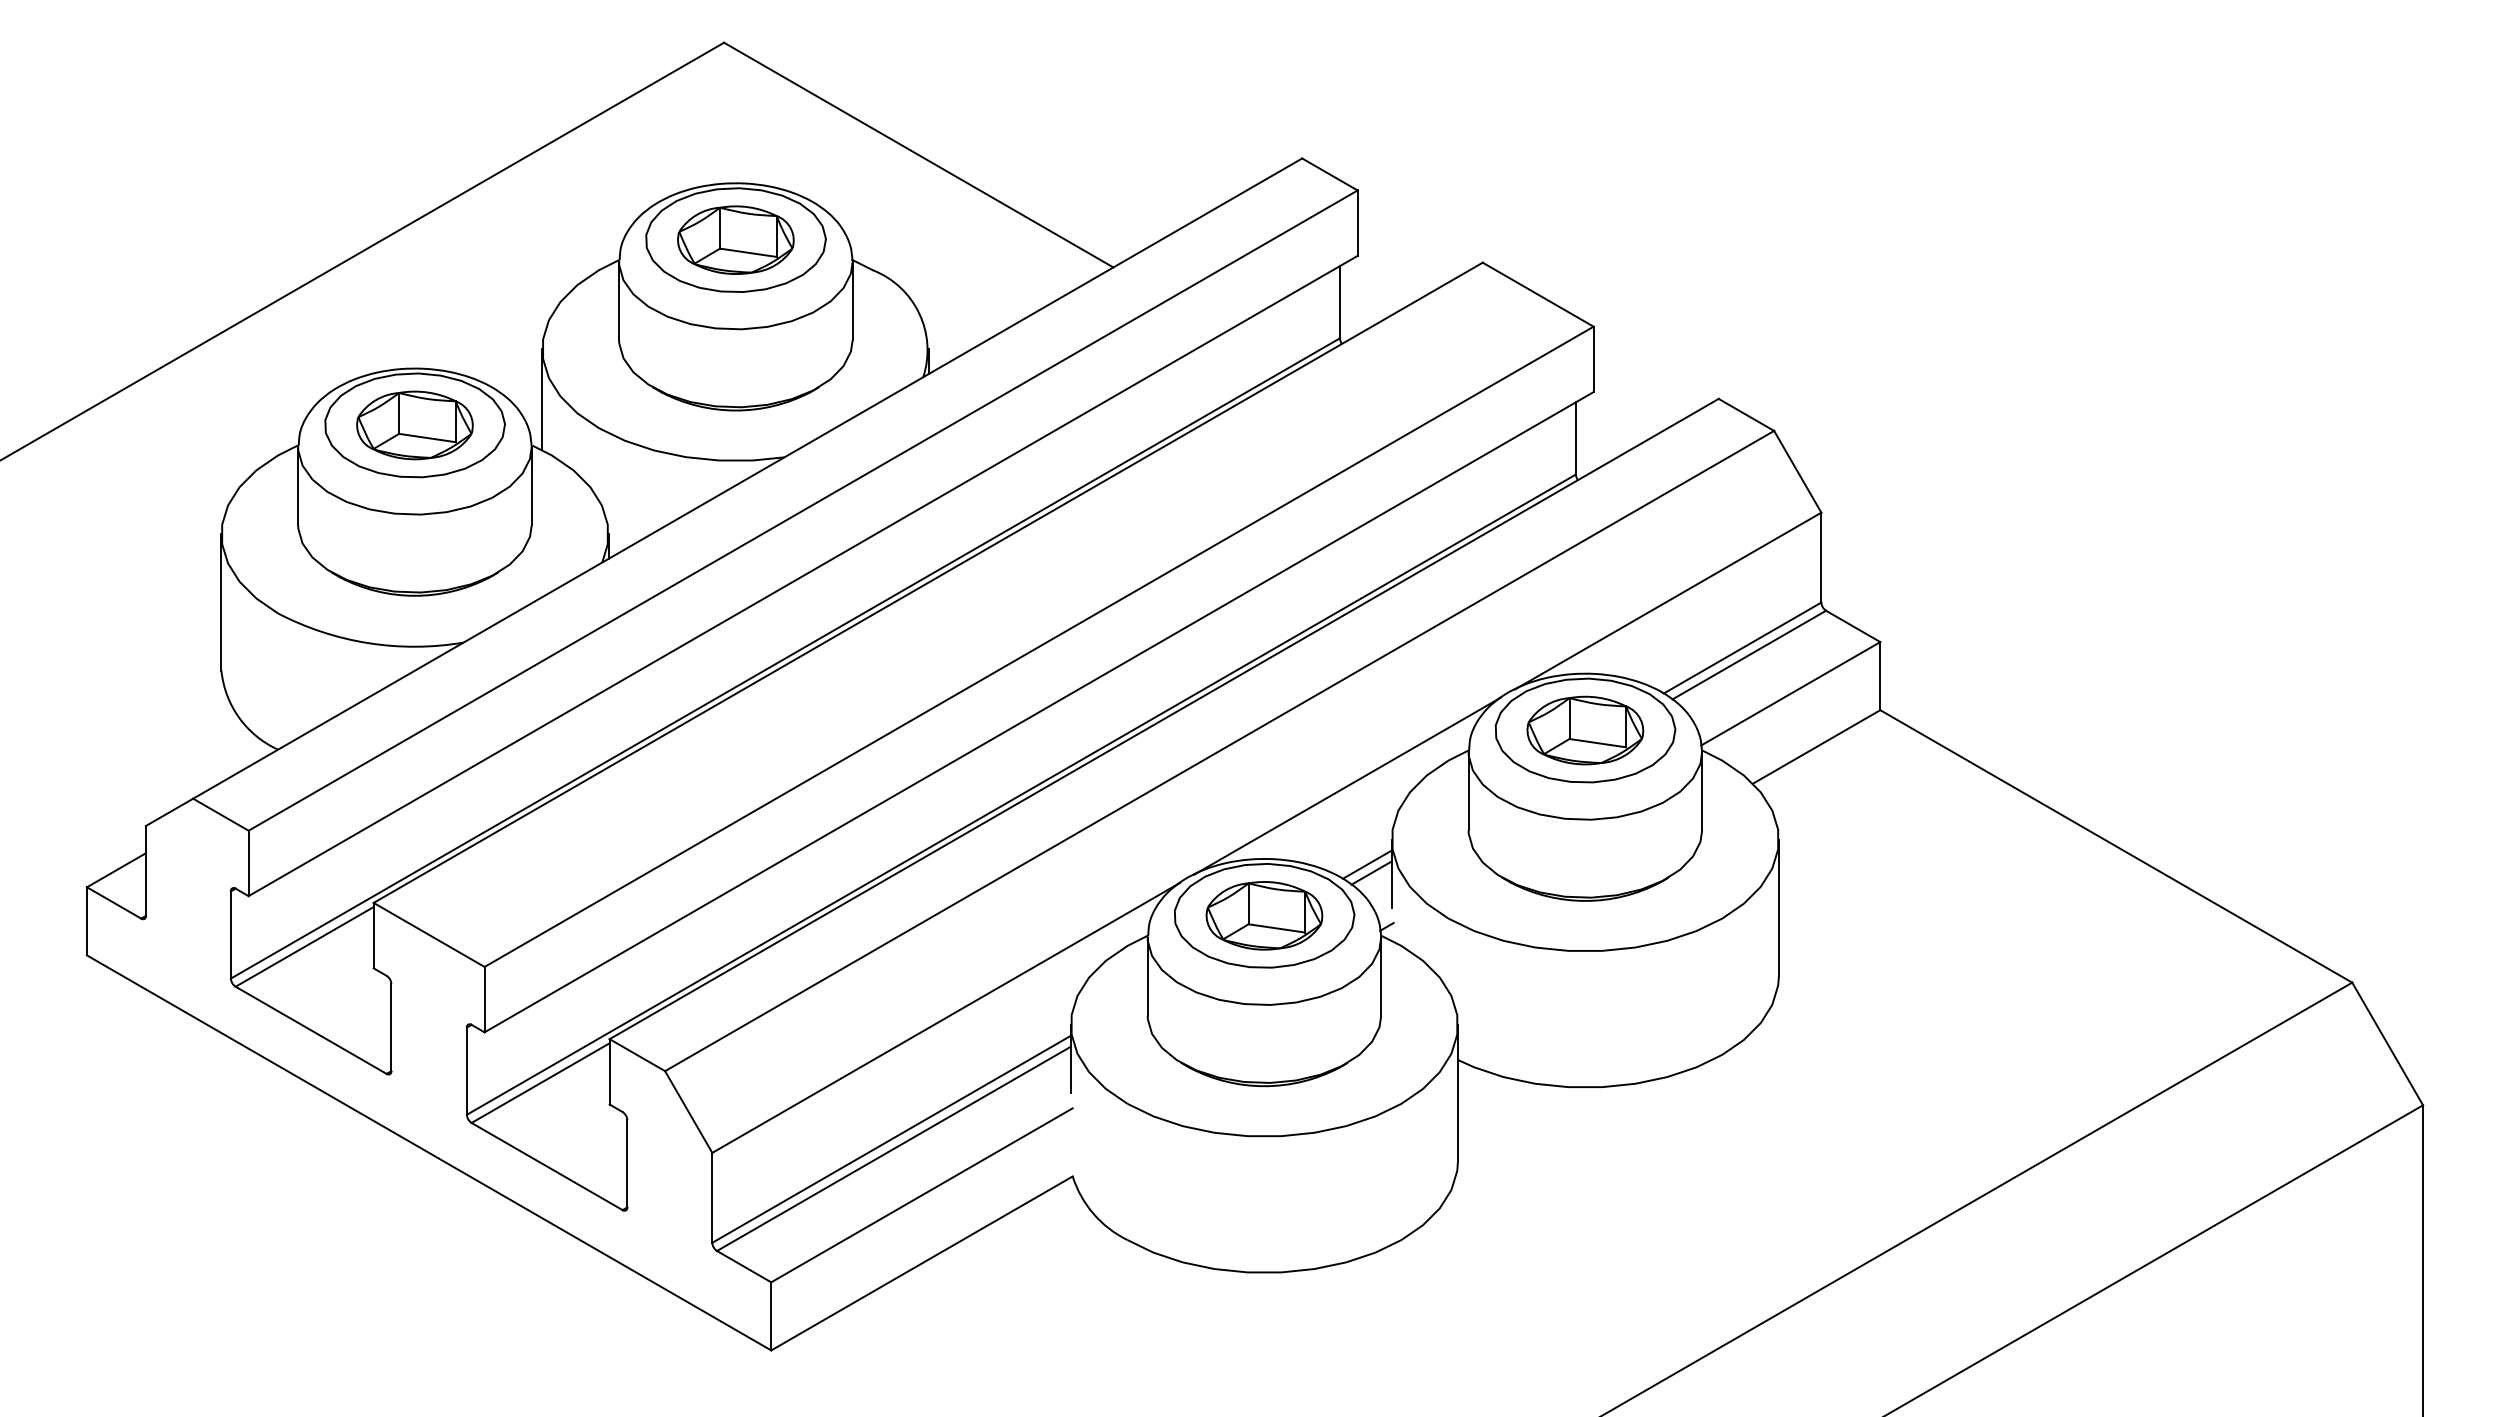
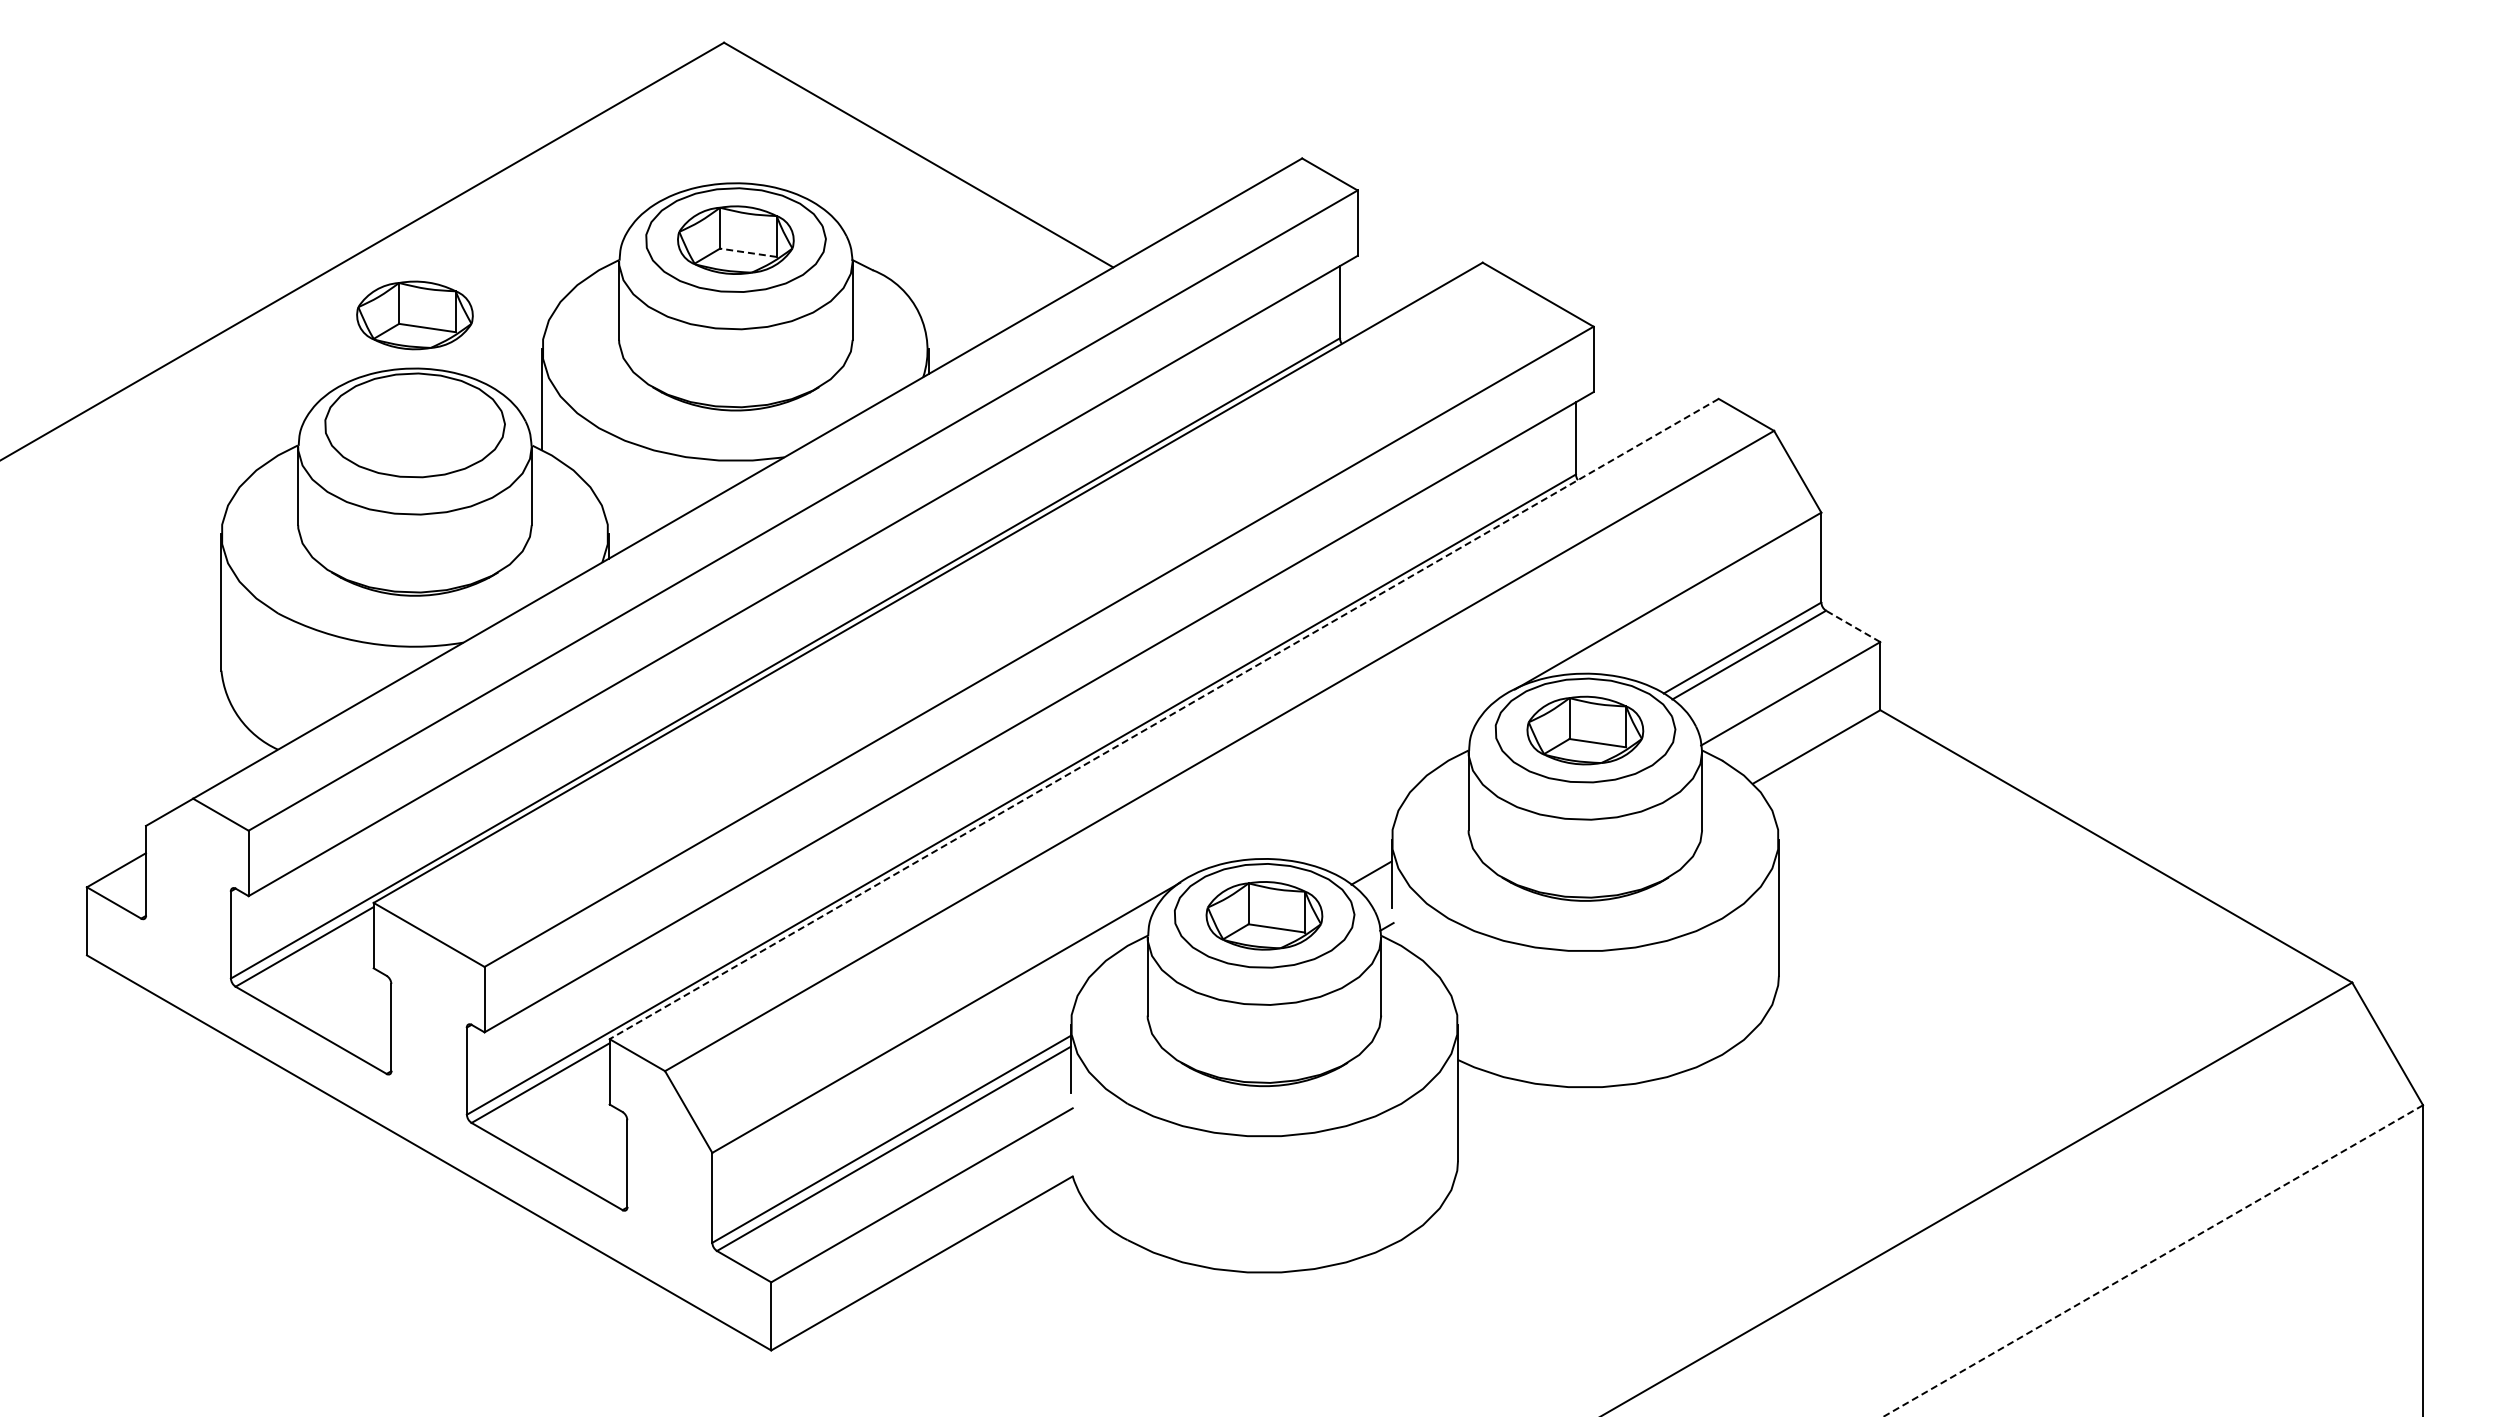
line at (748, 252): solid -> dashed
part at (414, 425) position: (414, 425) -> (414, 315)
line at (1852, 626): solid -> dashed
line at (1163, 719): solid -> dashed
line at (1347, 785): present -> none
line at (1366, 864): present -> none
line at (2152, 1261): solid -> dashed
